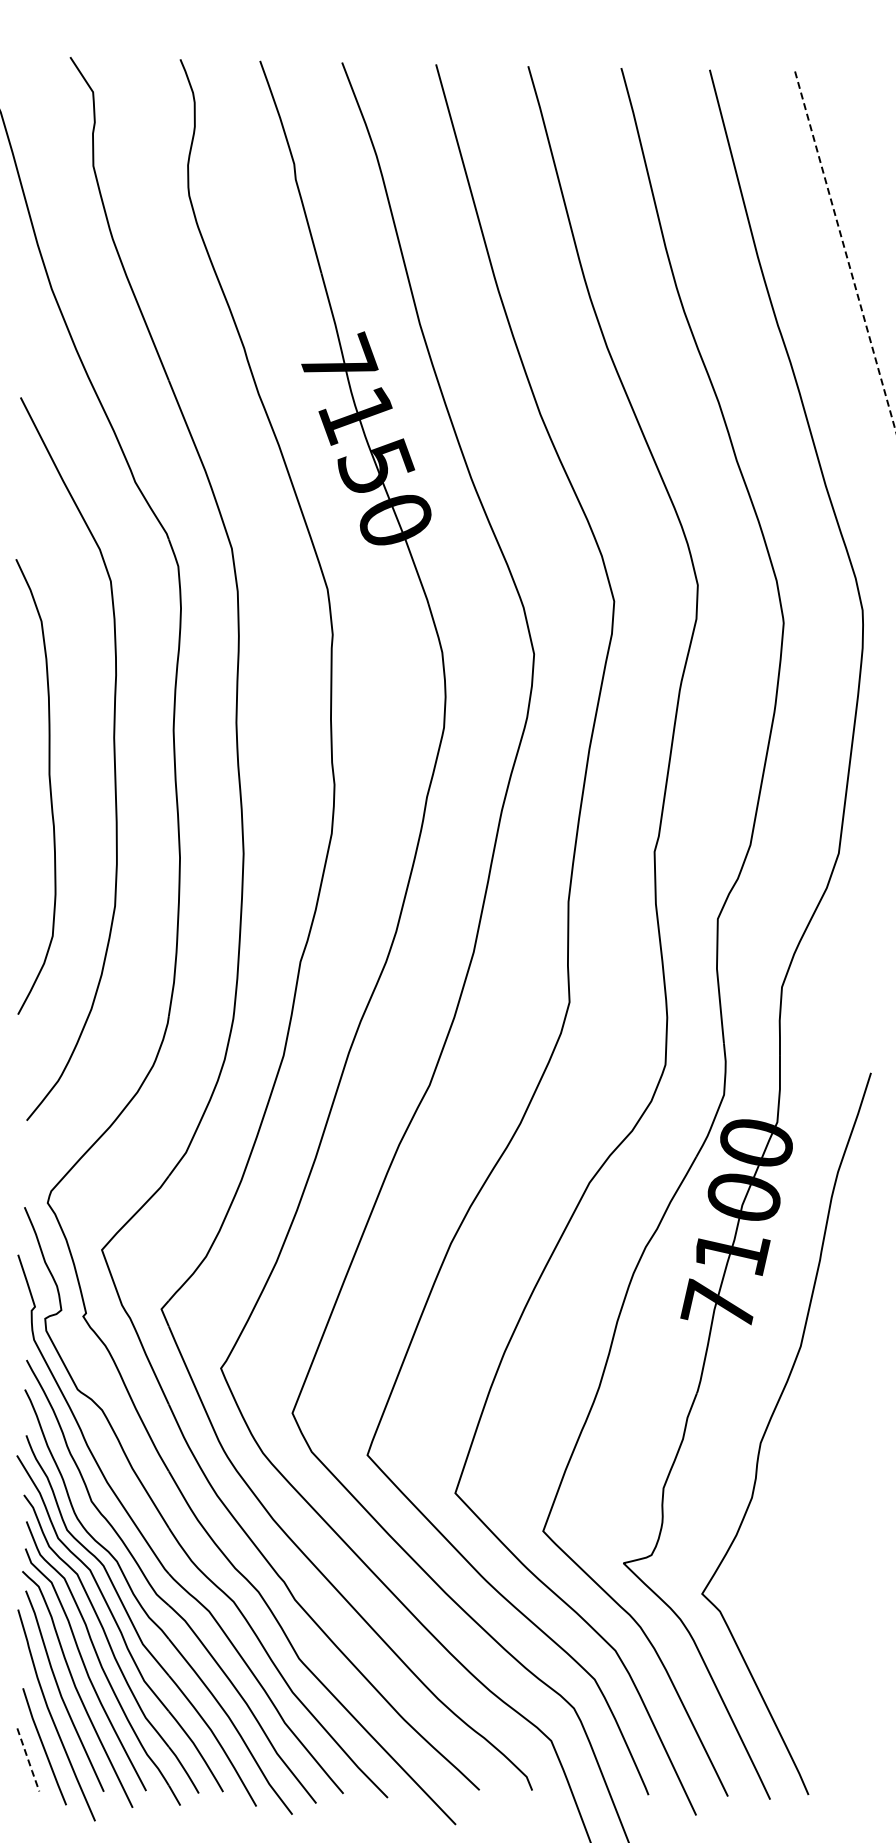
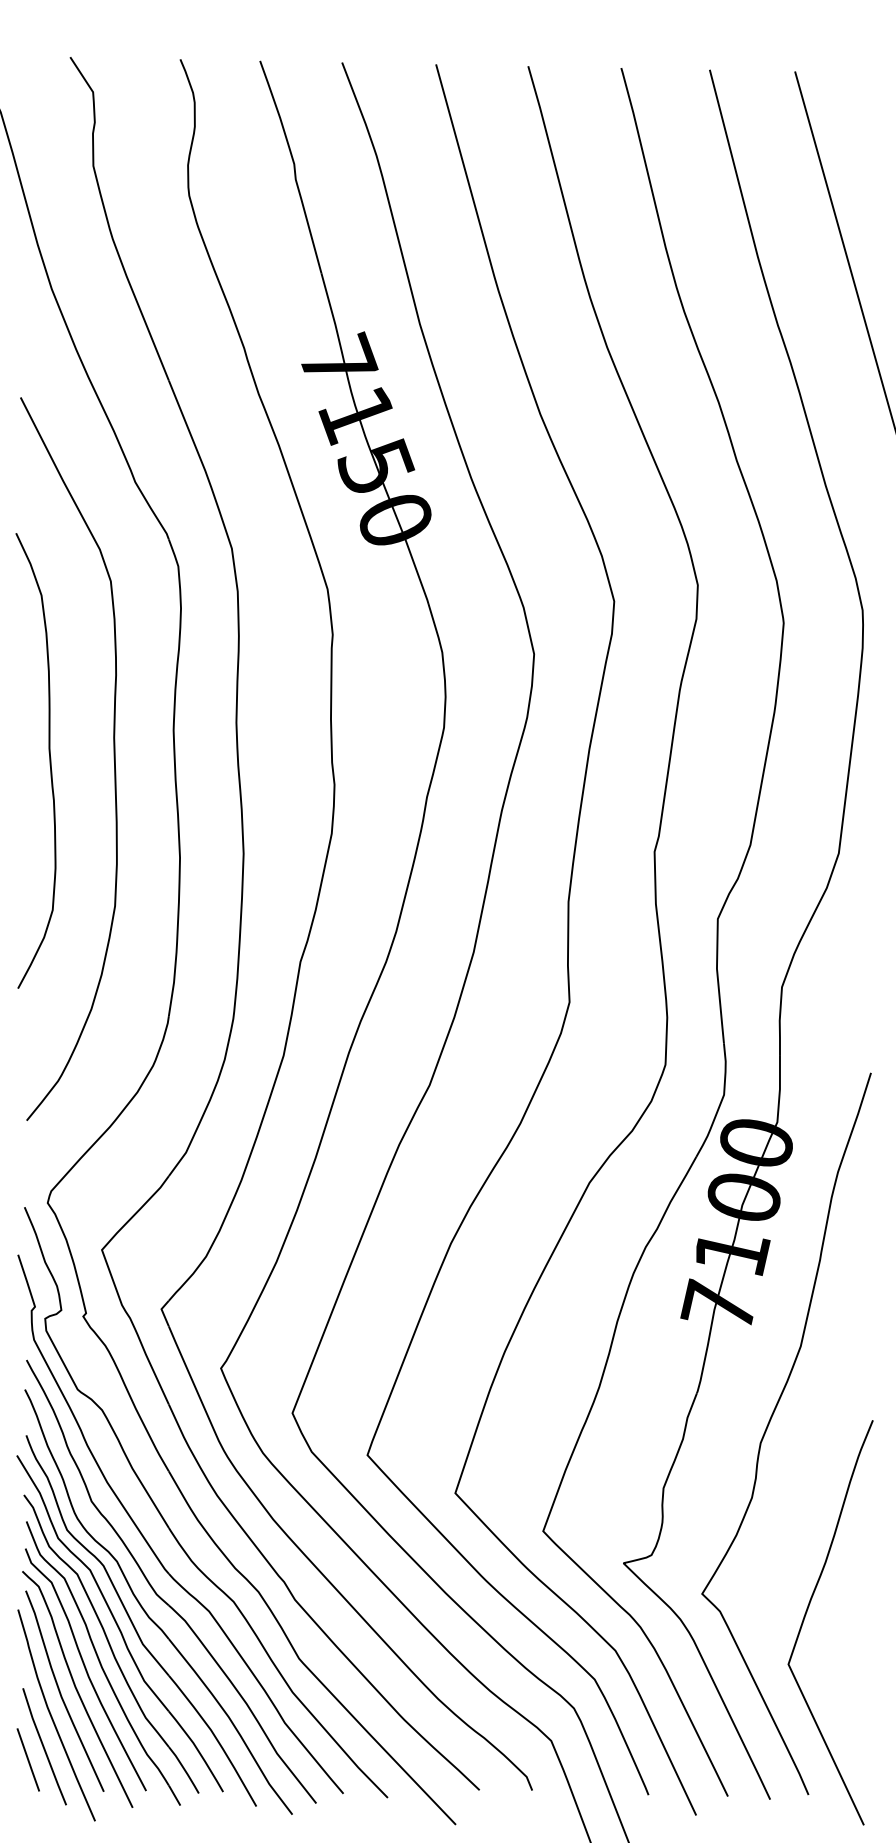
line at (845, 251): dashed -> solid
curve at (49, 786) position: (49, 786) -> (49, 760)
curve at (807, 1612): none -> present
line at (28, 1761): dashed -> solid
